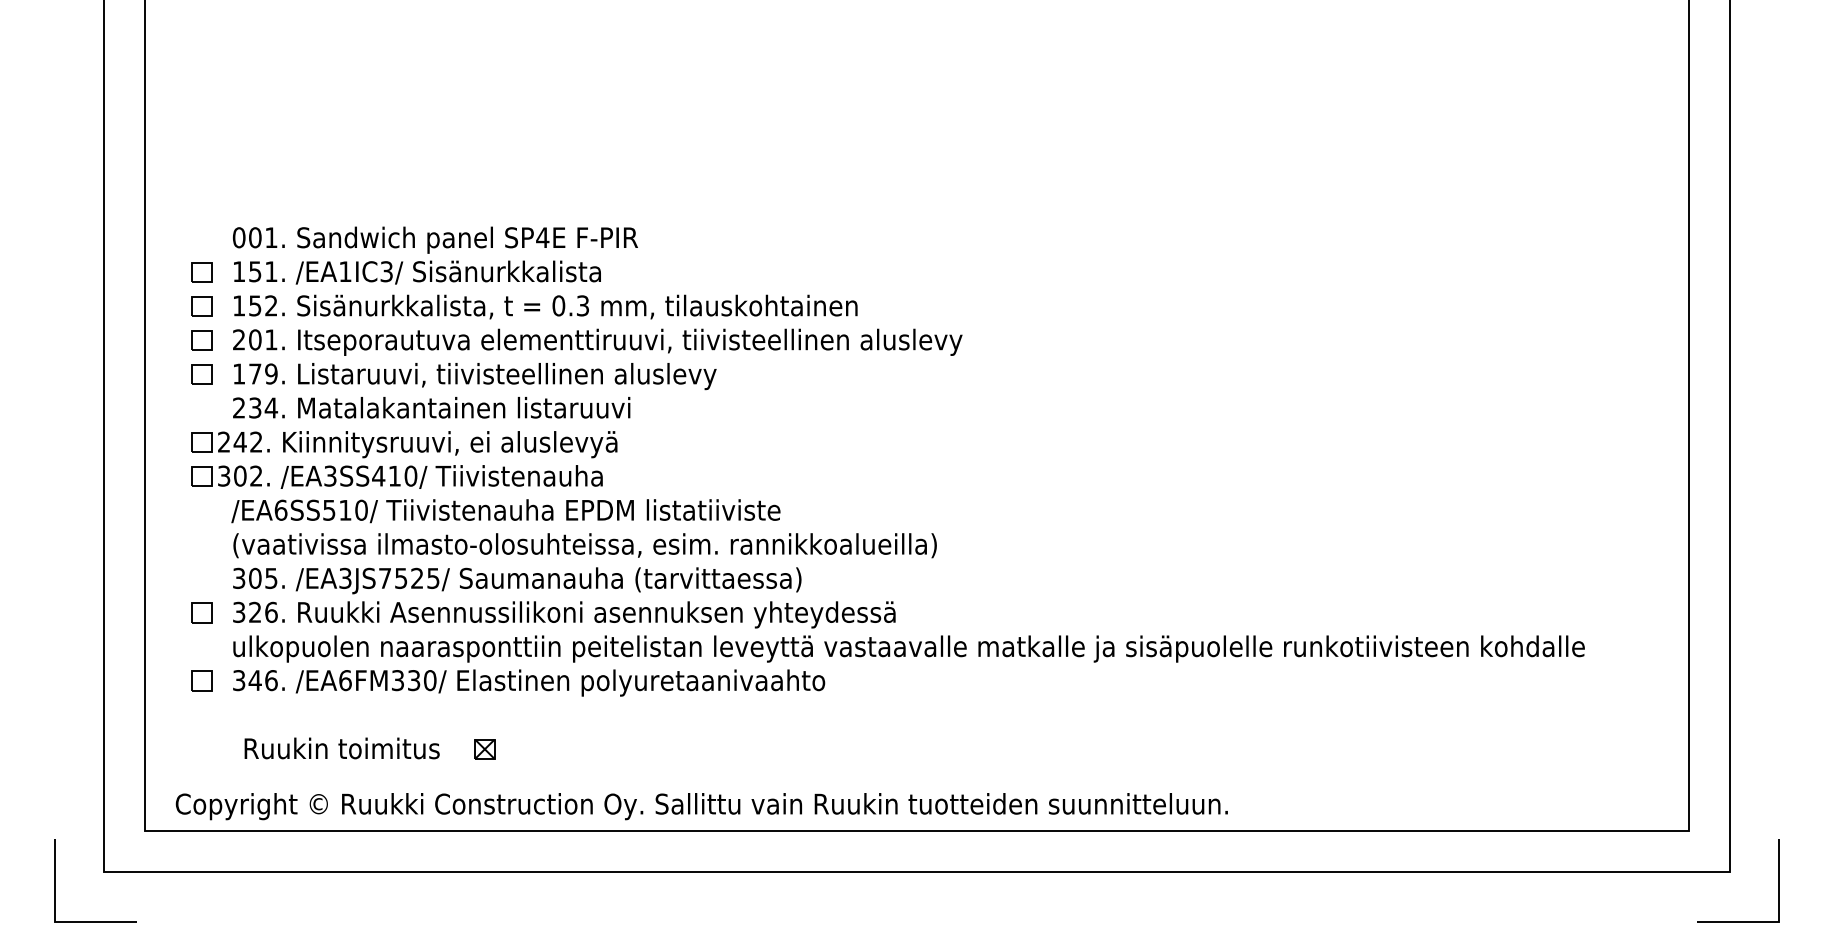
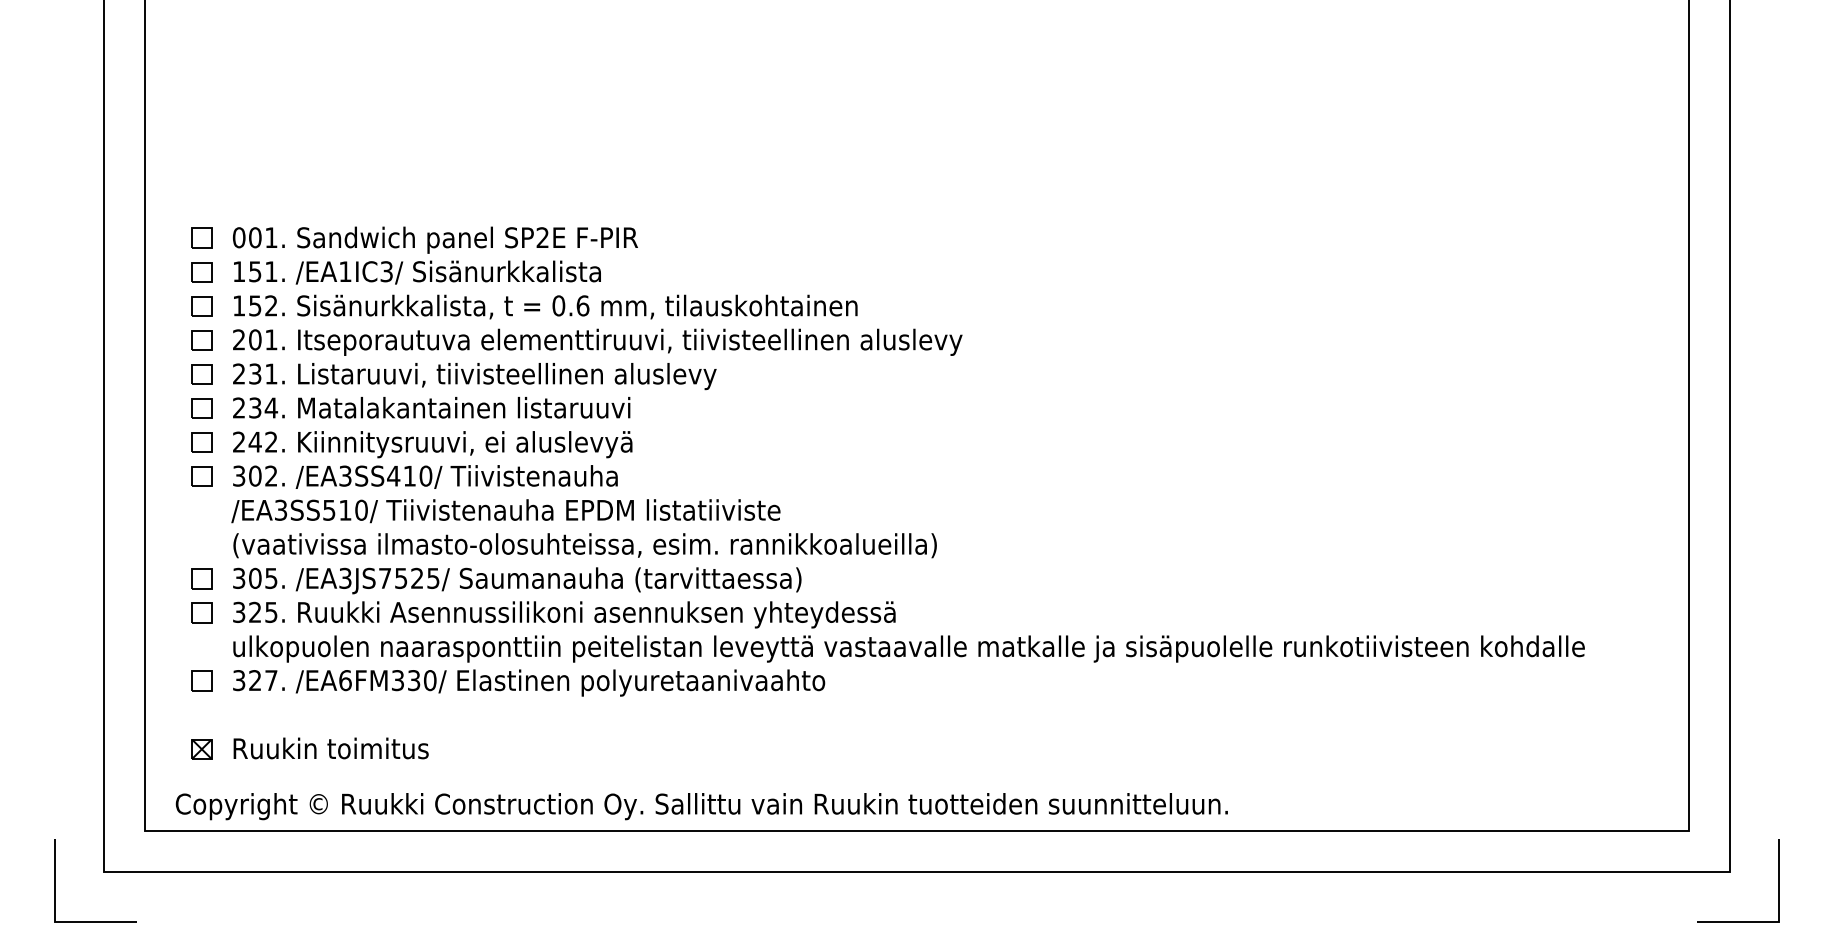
part at (201, 237): none -> present
text at (542, 237): SP4E -> SP2E
text at (582, 305): 0.3 -> 0.6
text at (255, 373): 179. -> 231.
part at (201, 408): none -> present
text at (417, 459) position: (417, 459) -> (432, 459)
text at (280, 509): /EA6SS510/ -> /EA3SS510/
part at (201, 578): none -> present
text at (271, 611): 326. -> 325.
text at (262, 680): 346. -> 327.
text at (341, 748) position: (341, 748) -> (330, 748)
part at (484, 749) position: (484, 749) -> (201, 749)
